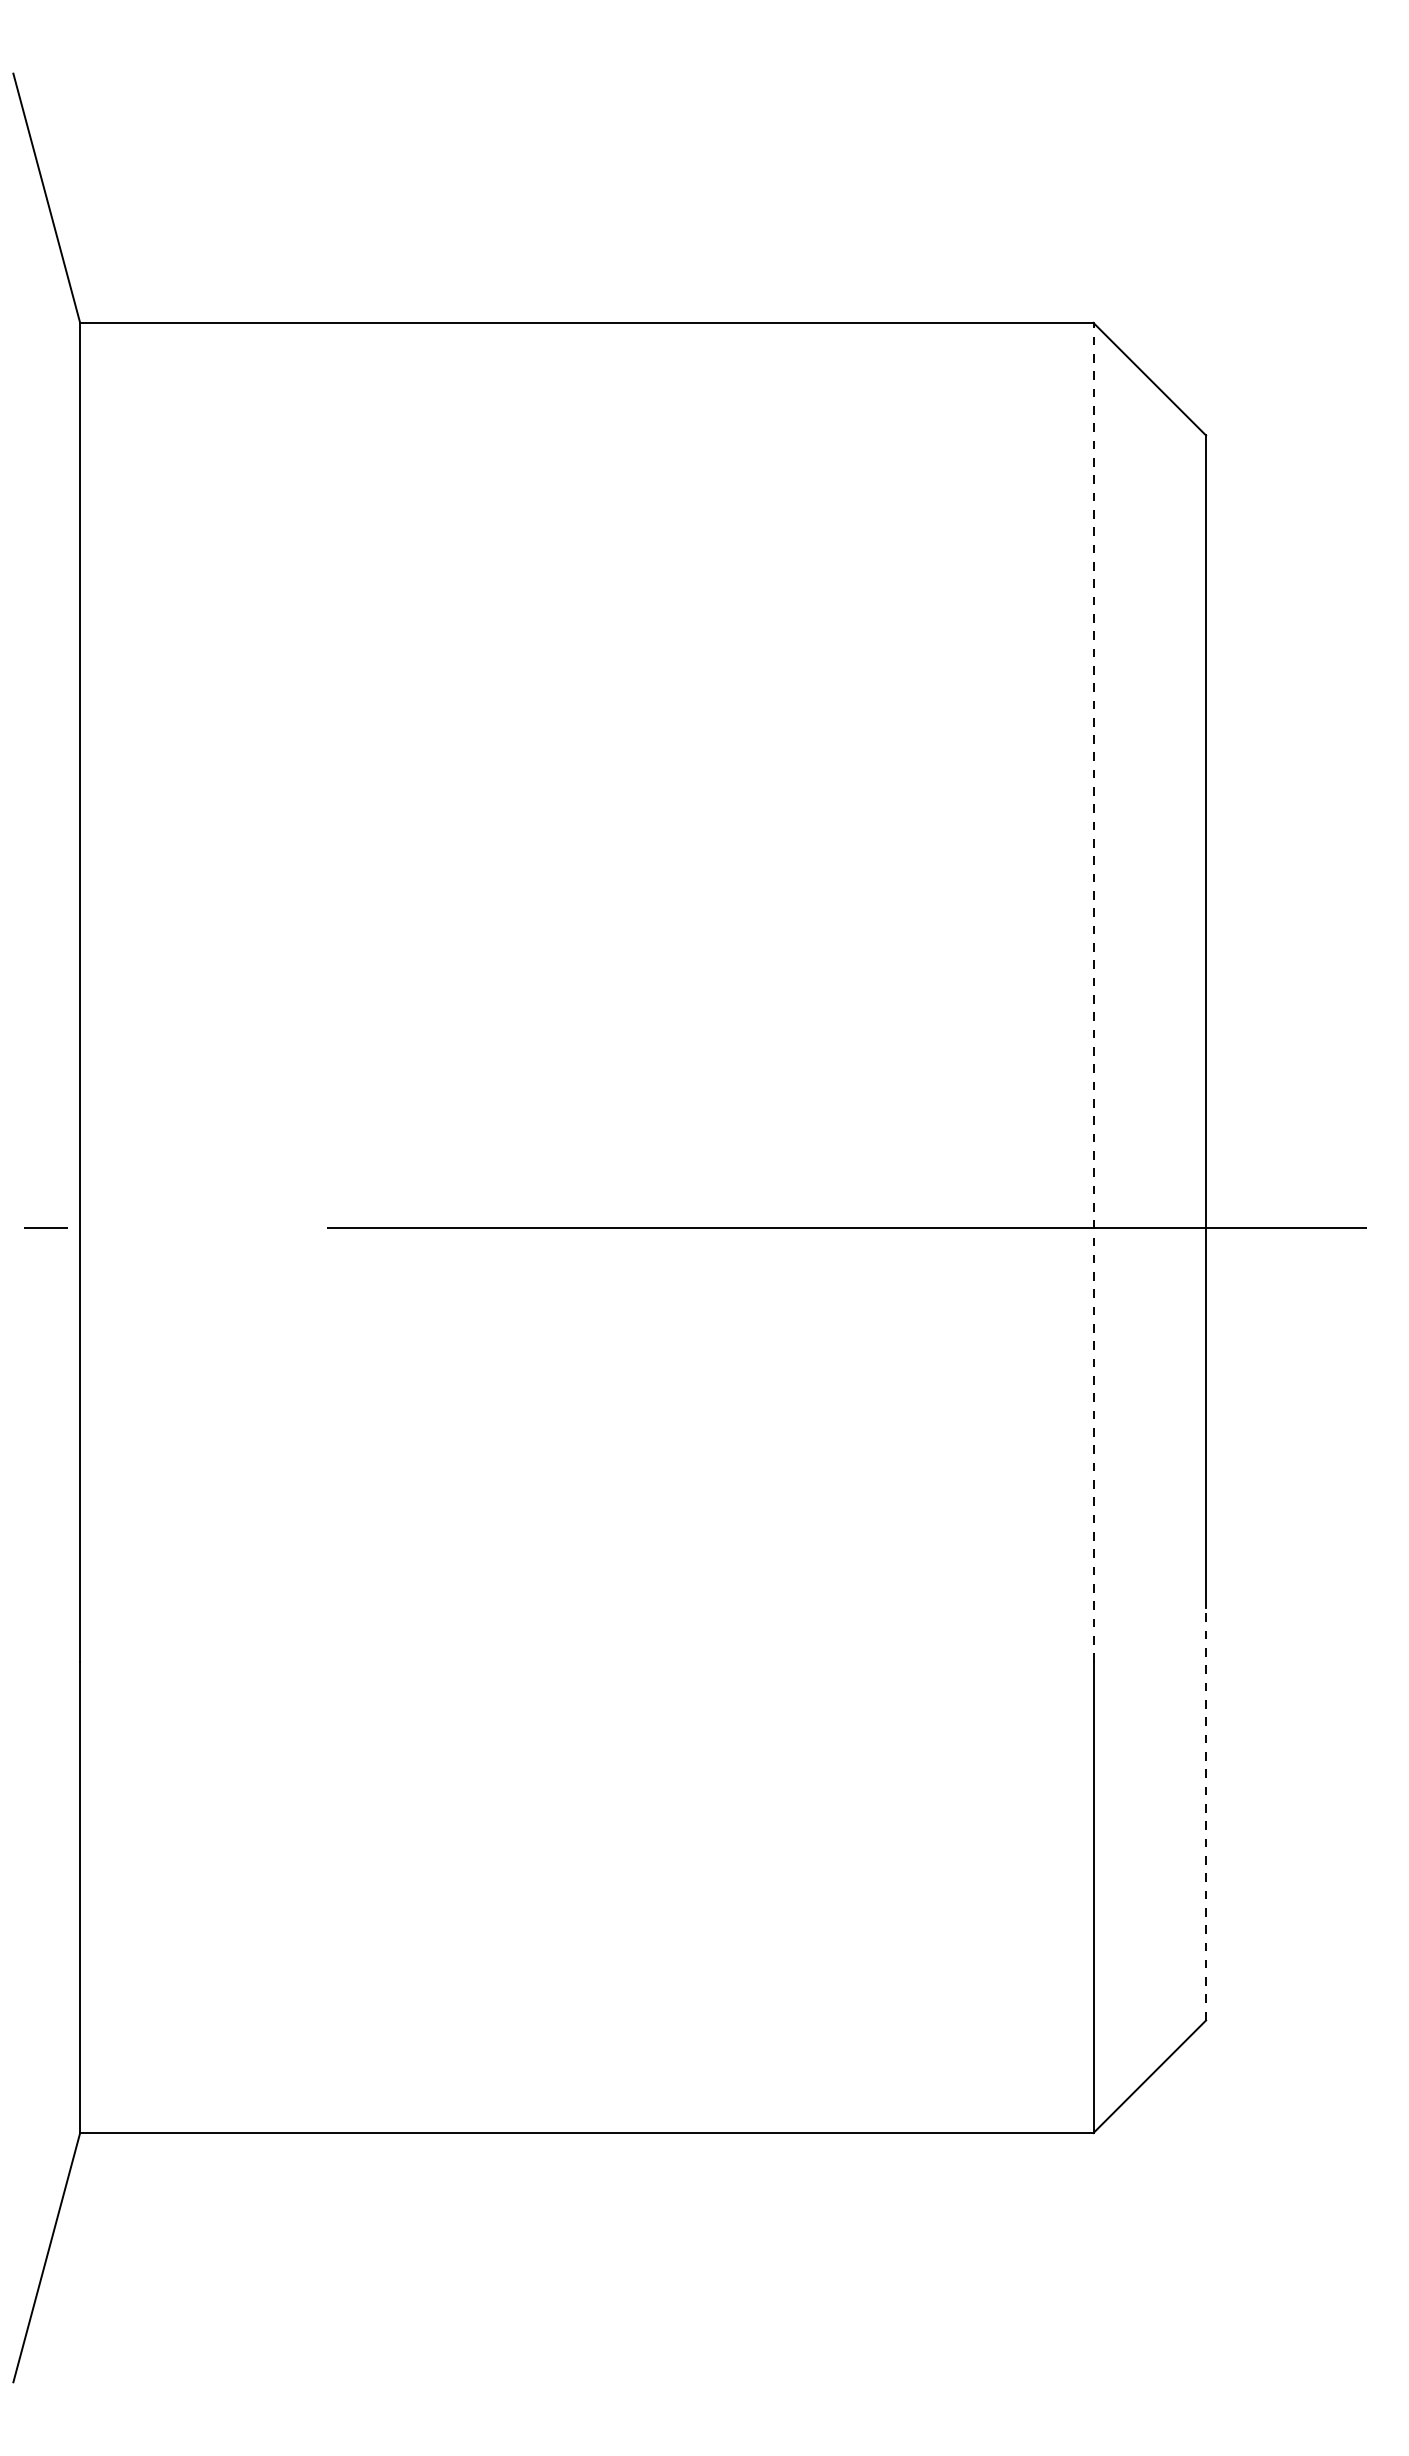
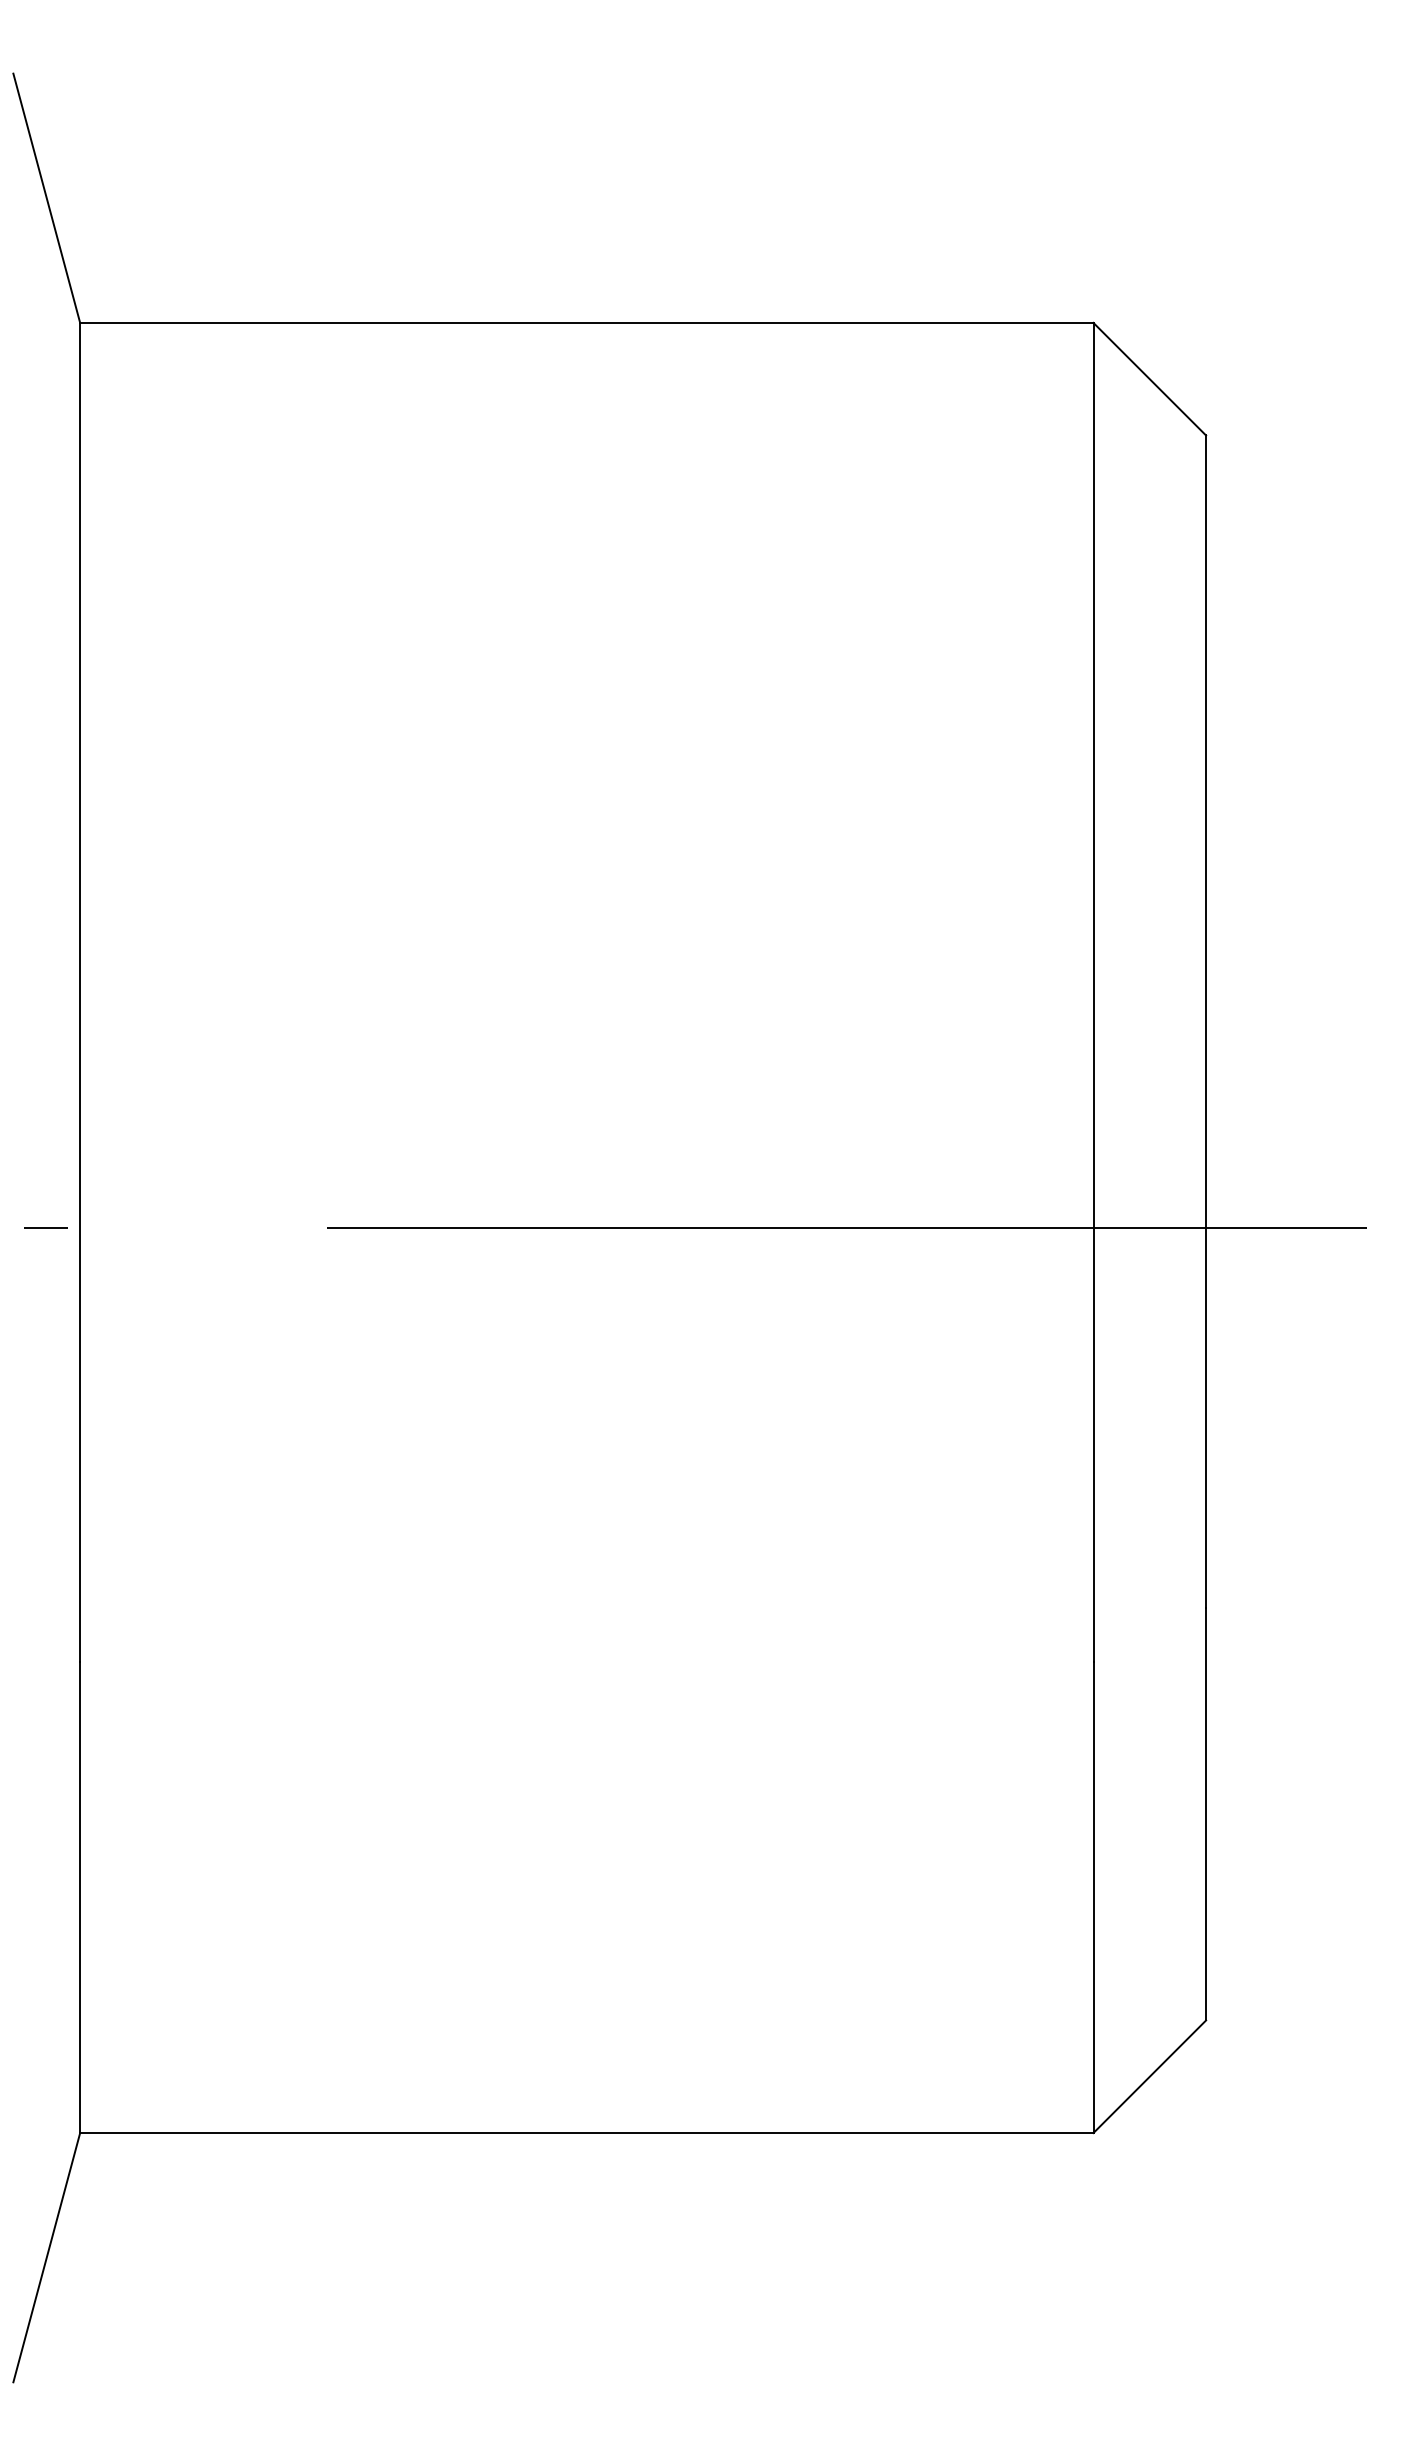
line at (1093, 991): dashed -> solid
line at (1206, 1813): dashed -> solid
